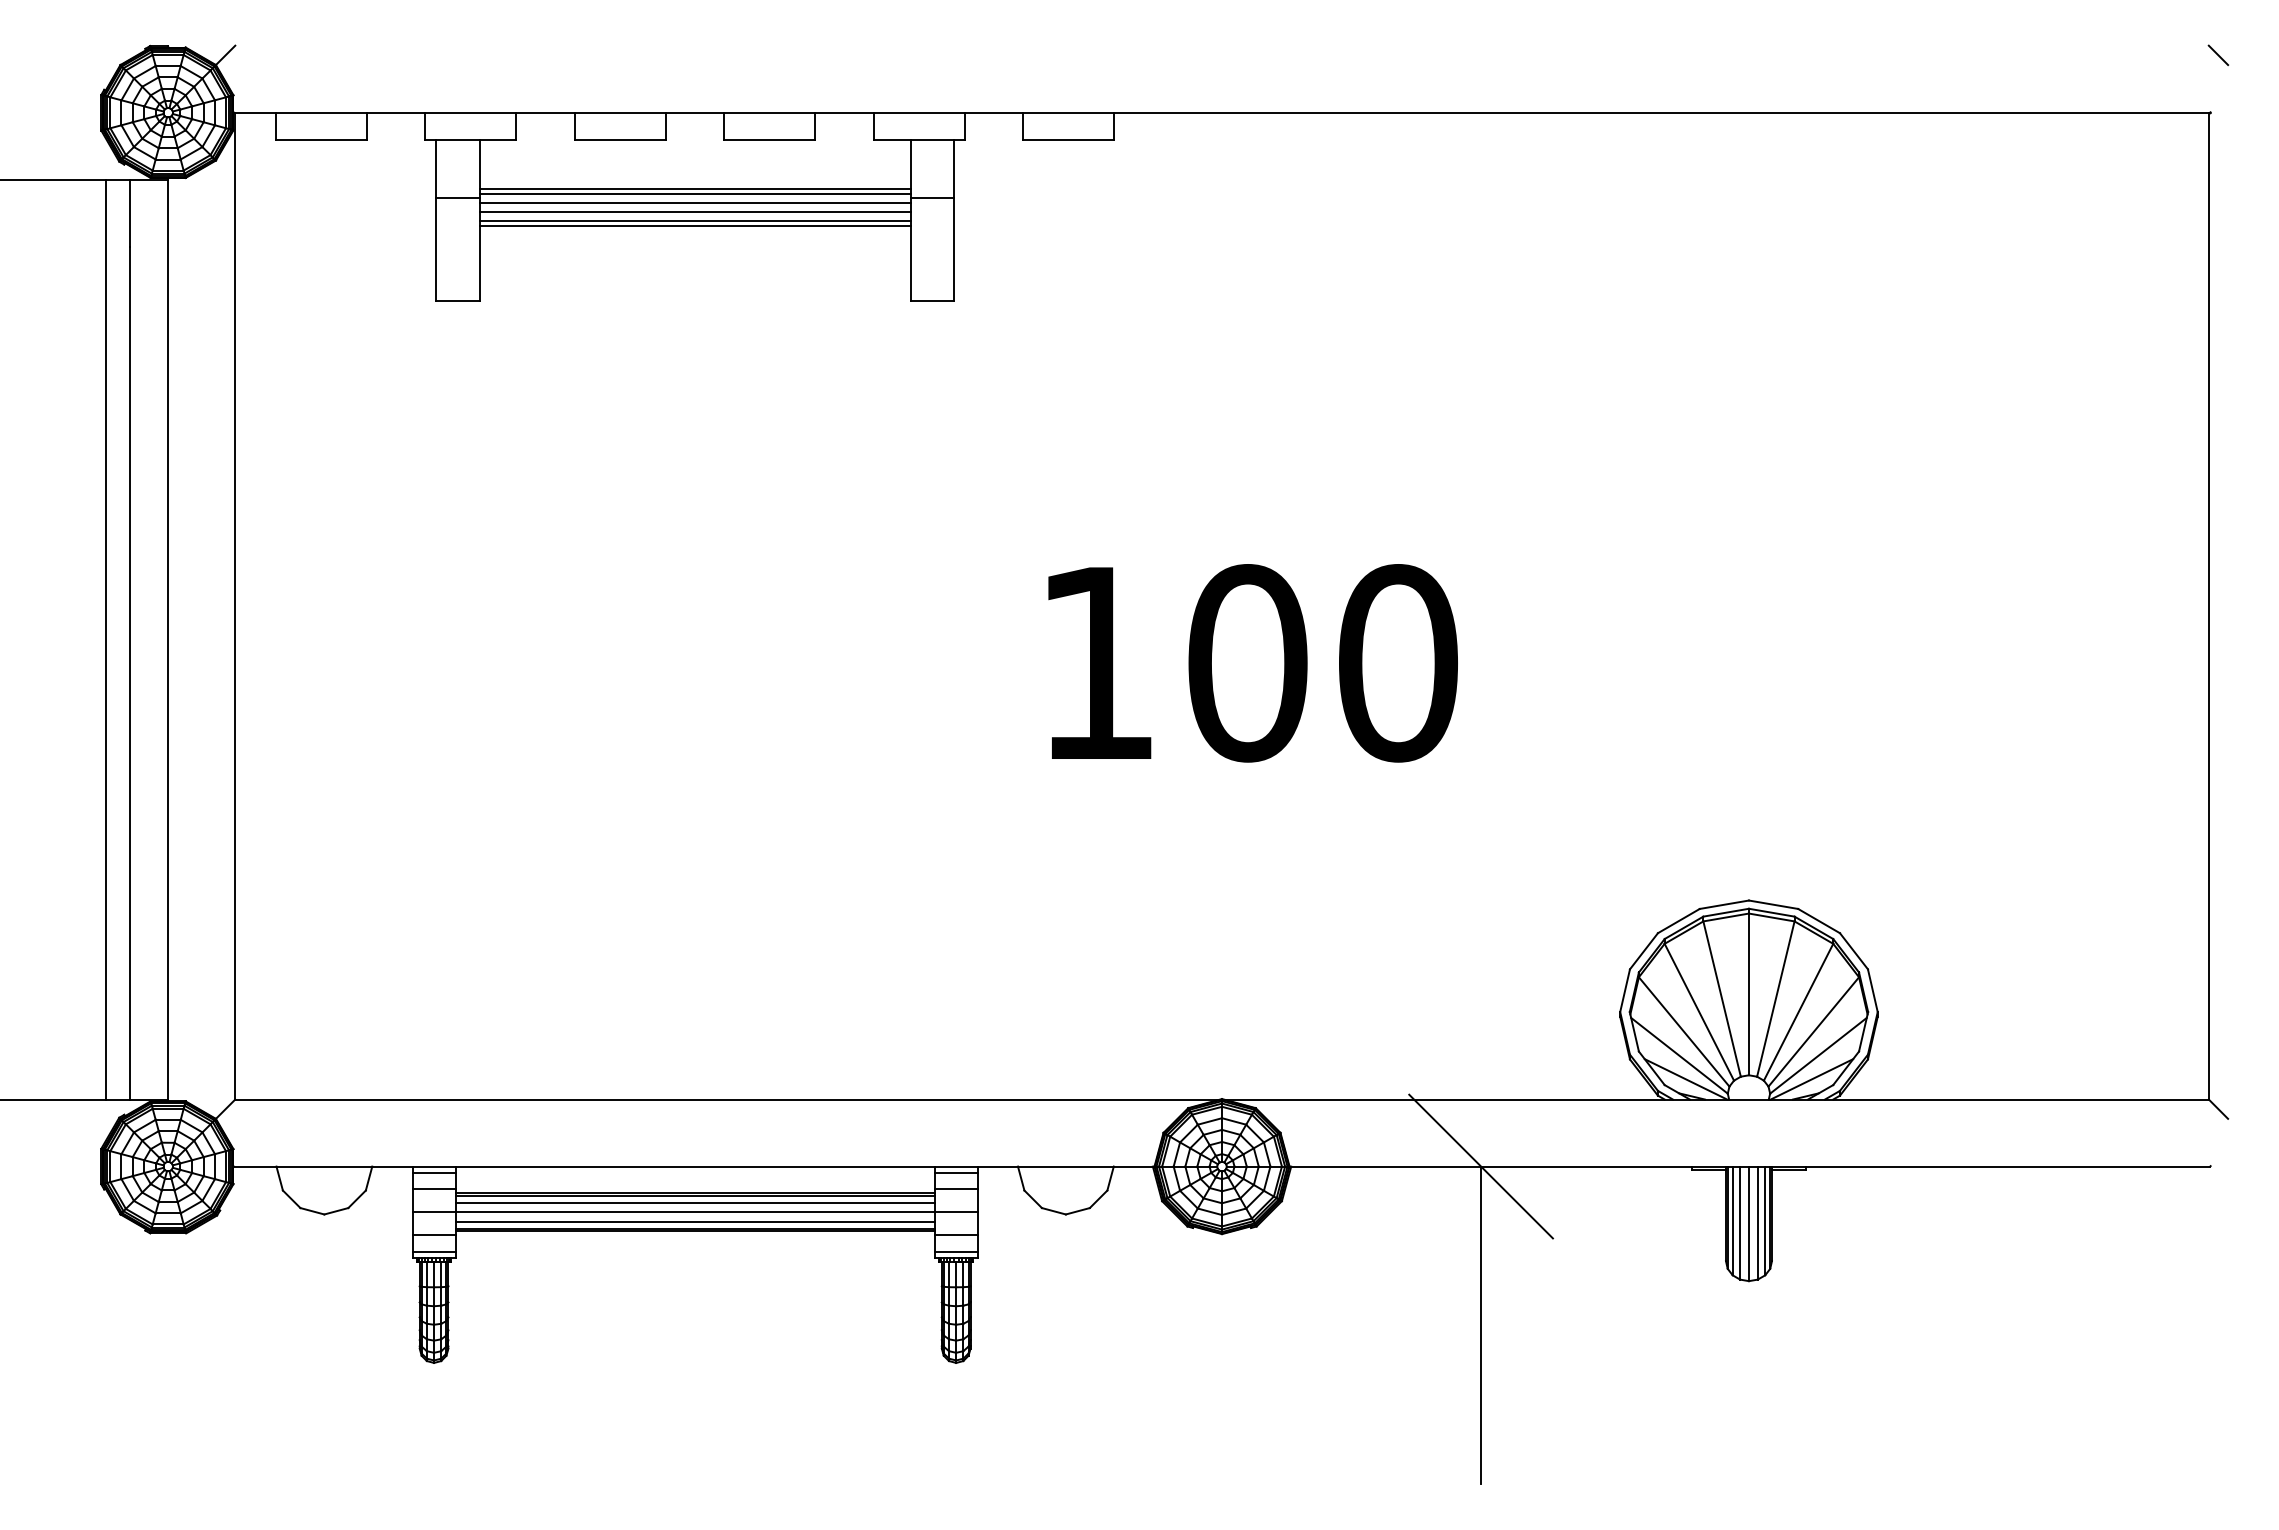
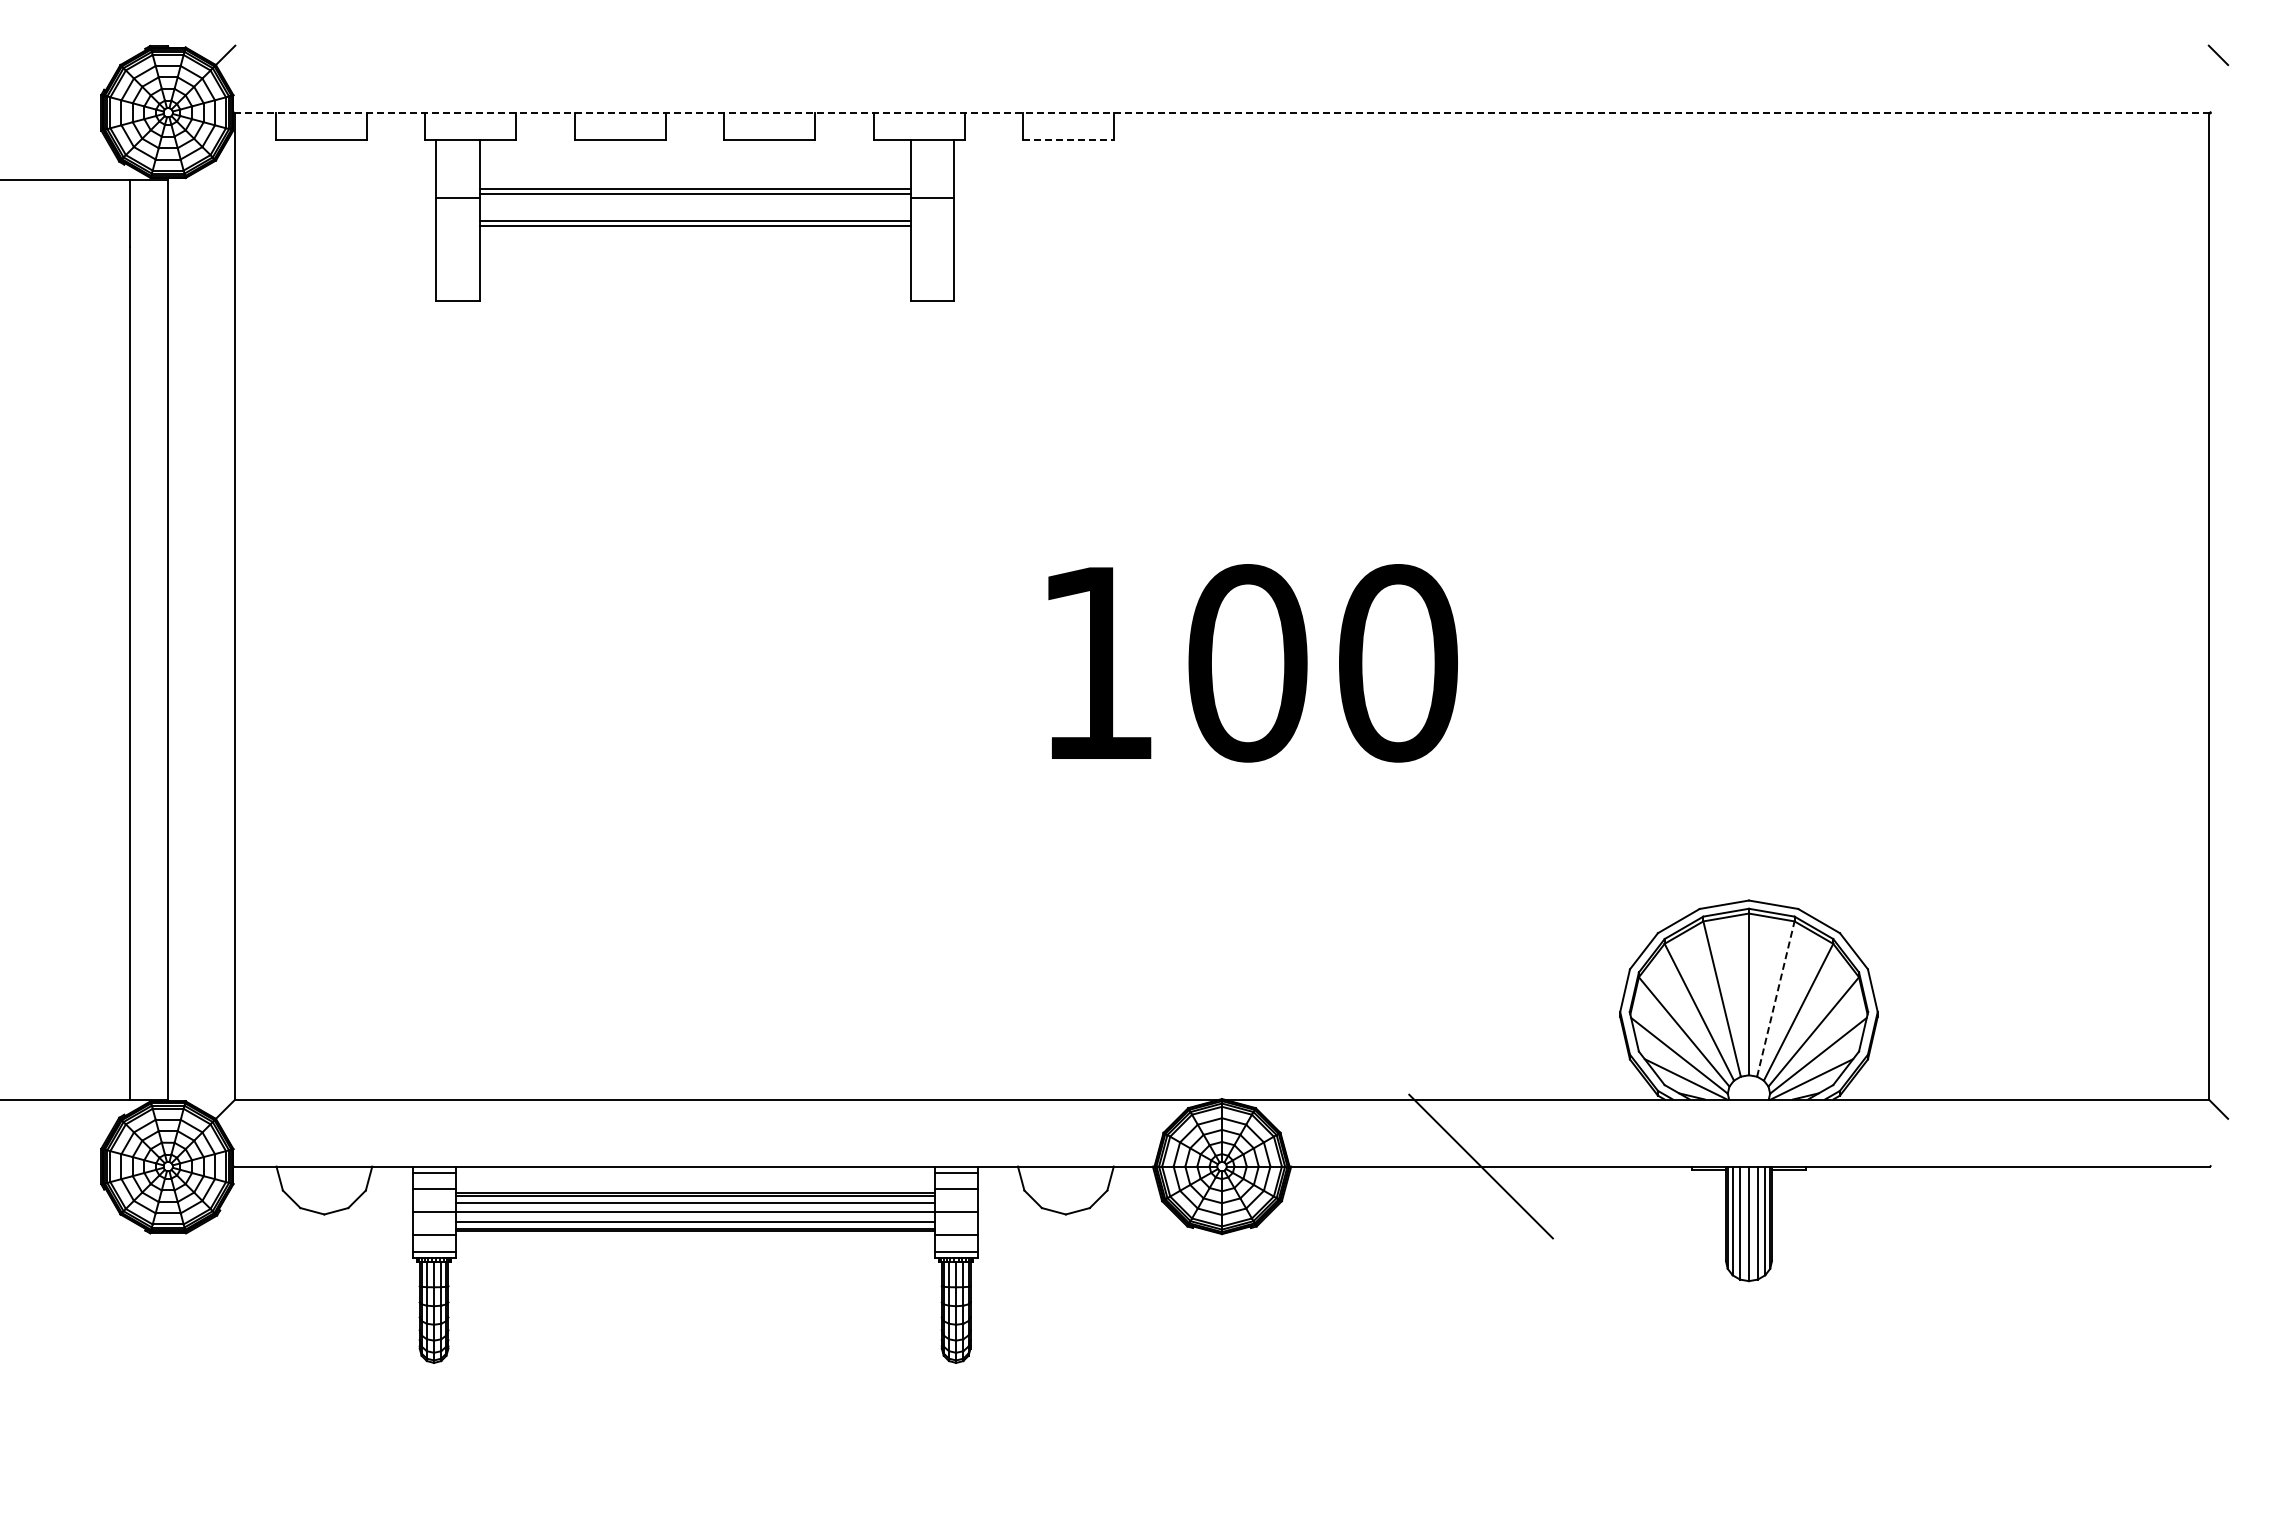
line at (1222, 112): solid -> dashed
line at (1068, 139): solid -> dashed
line at (694, 202): present -> none
line at (694, 212): present -> none
line at (106, 639): present -> none
line at (1775, 999): solid -> dashed
line at (1481, 1325): present -> none
